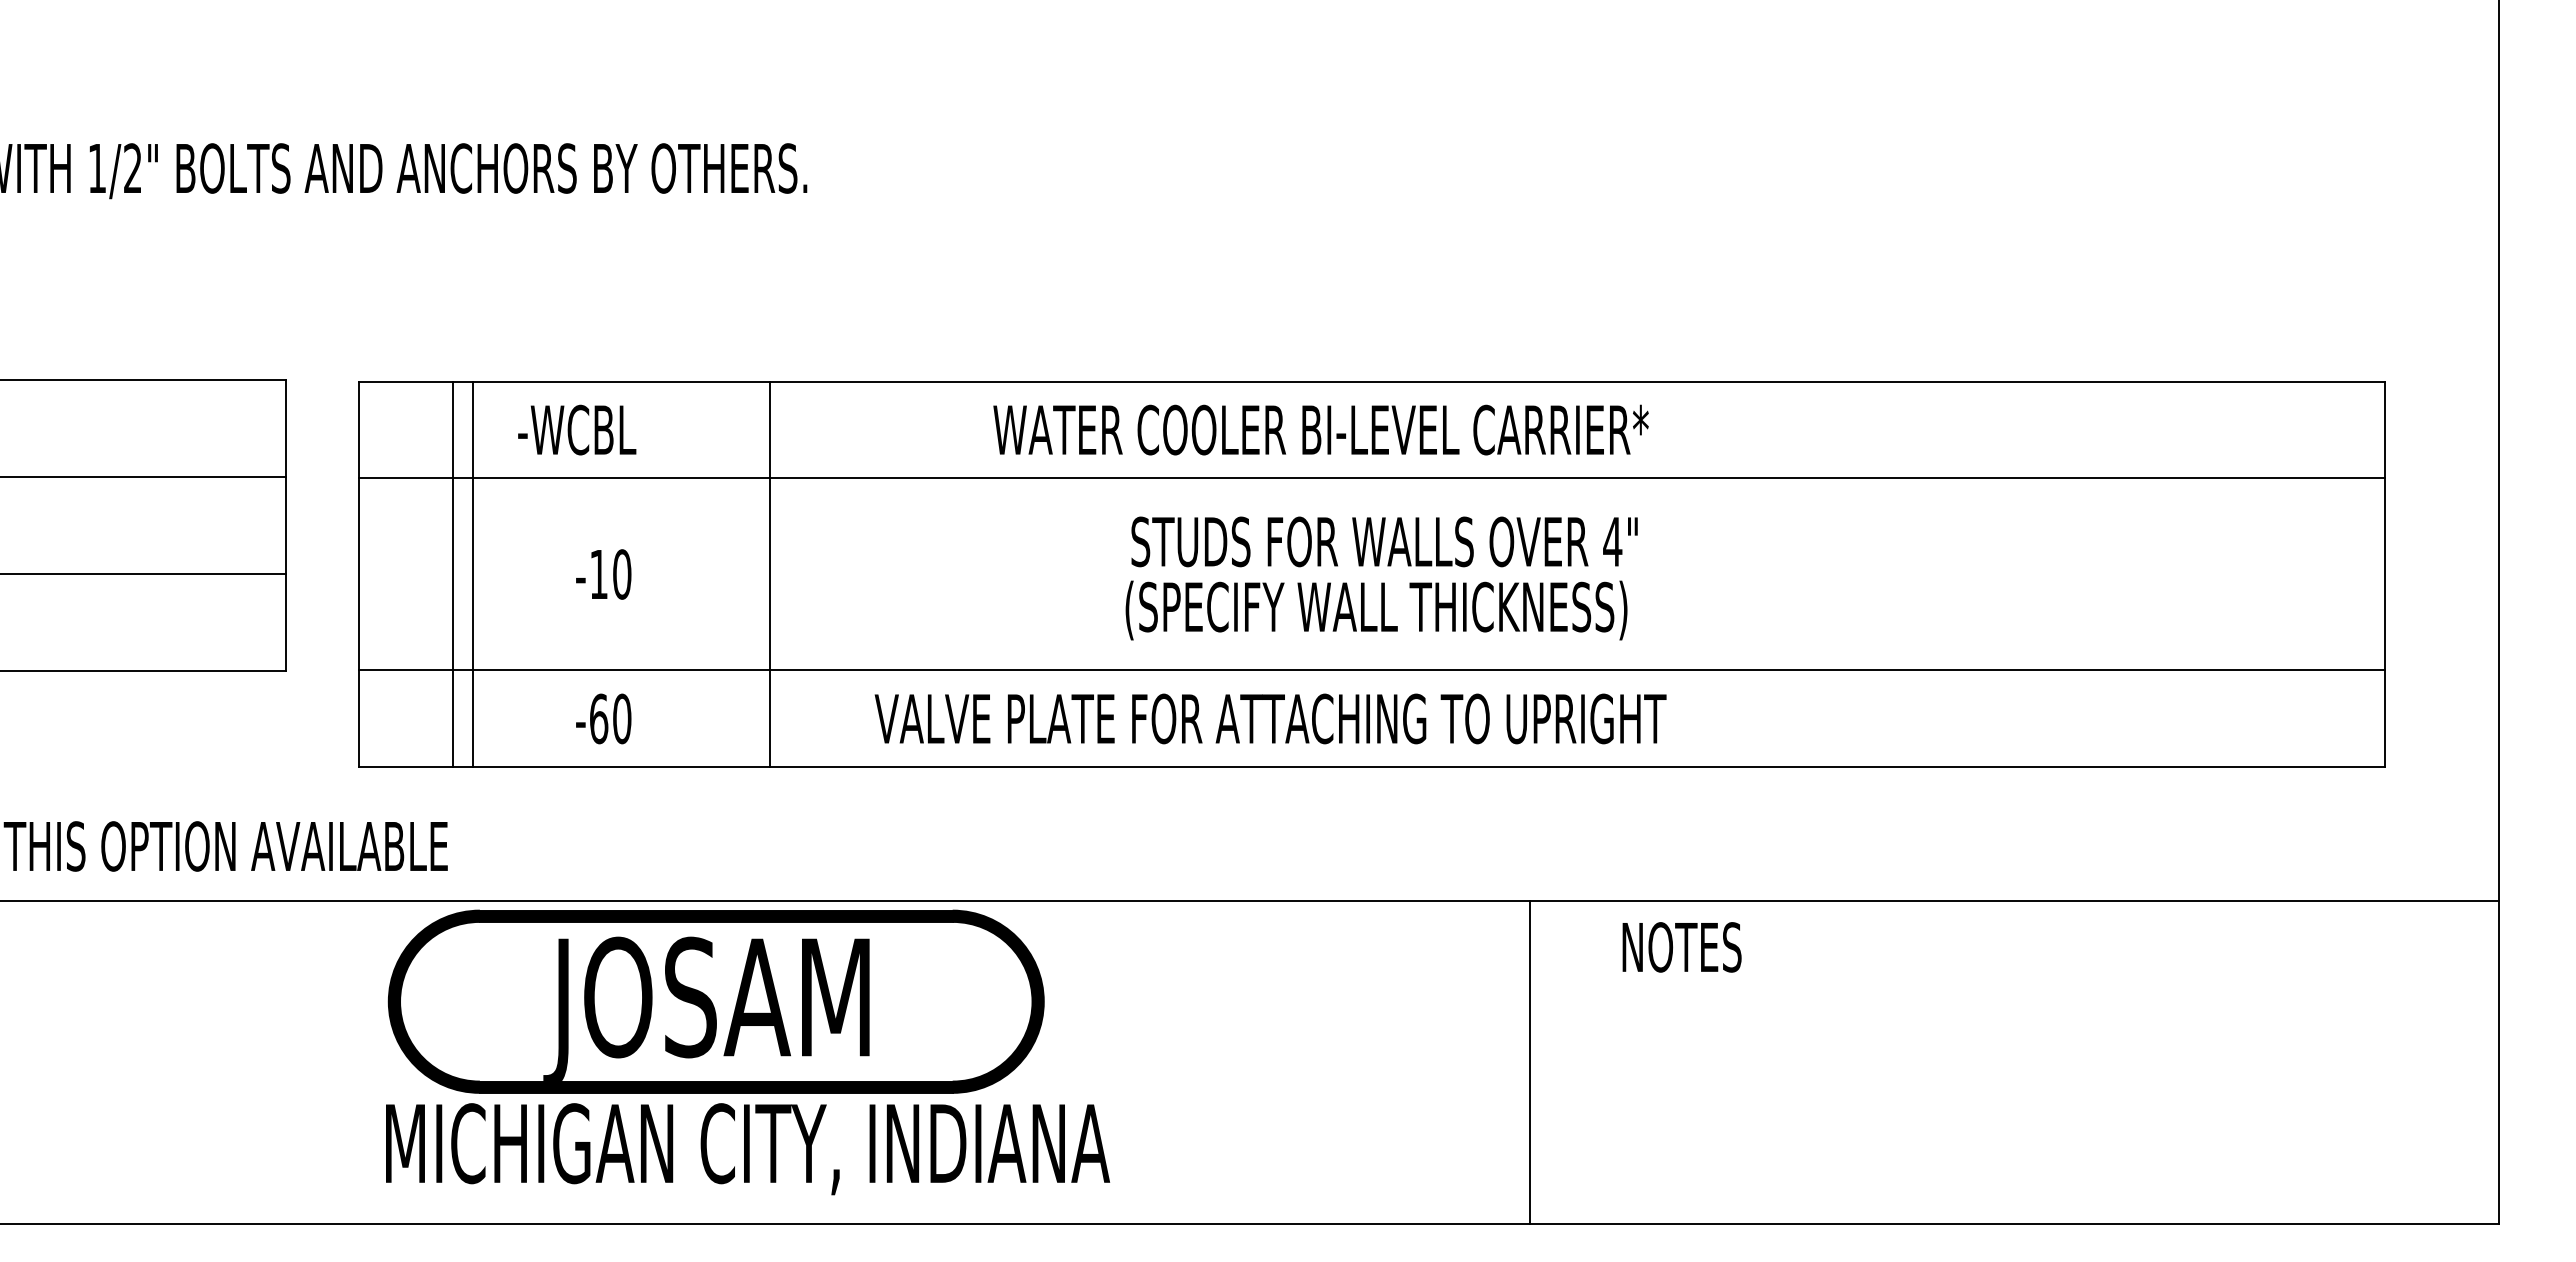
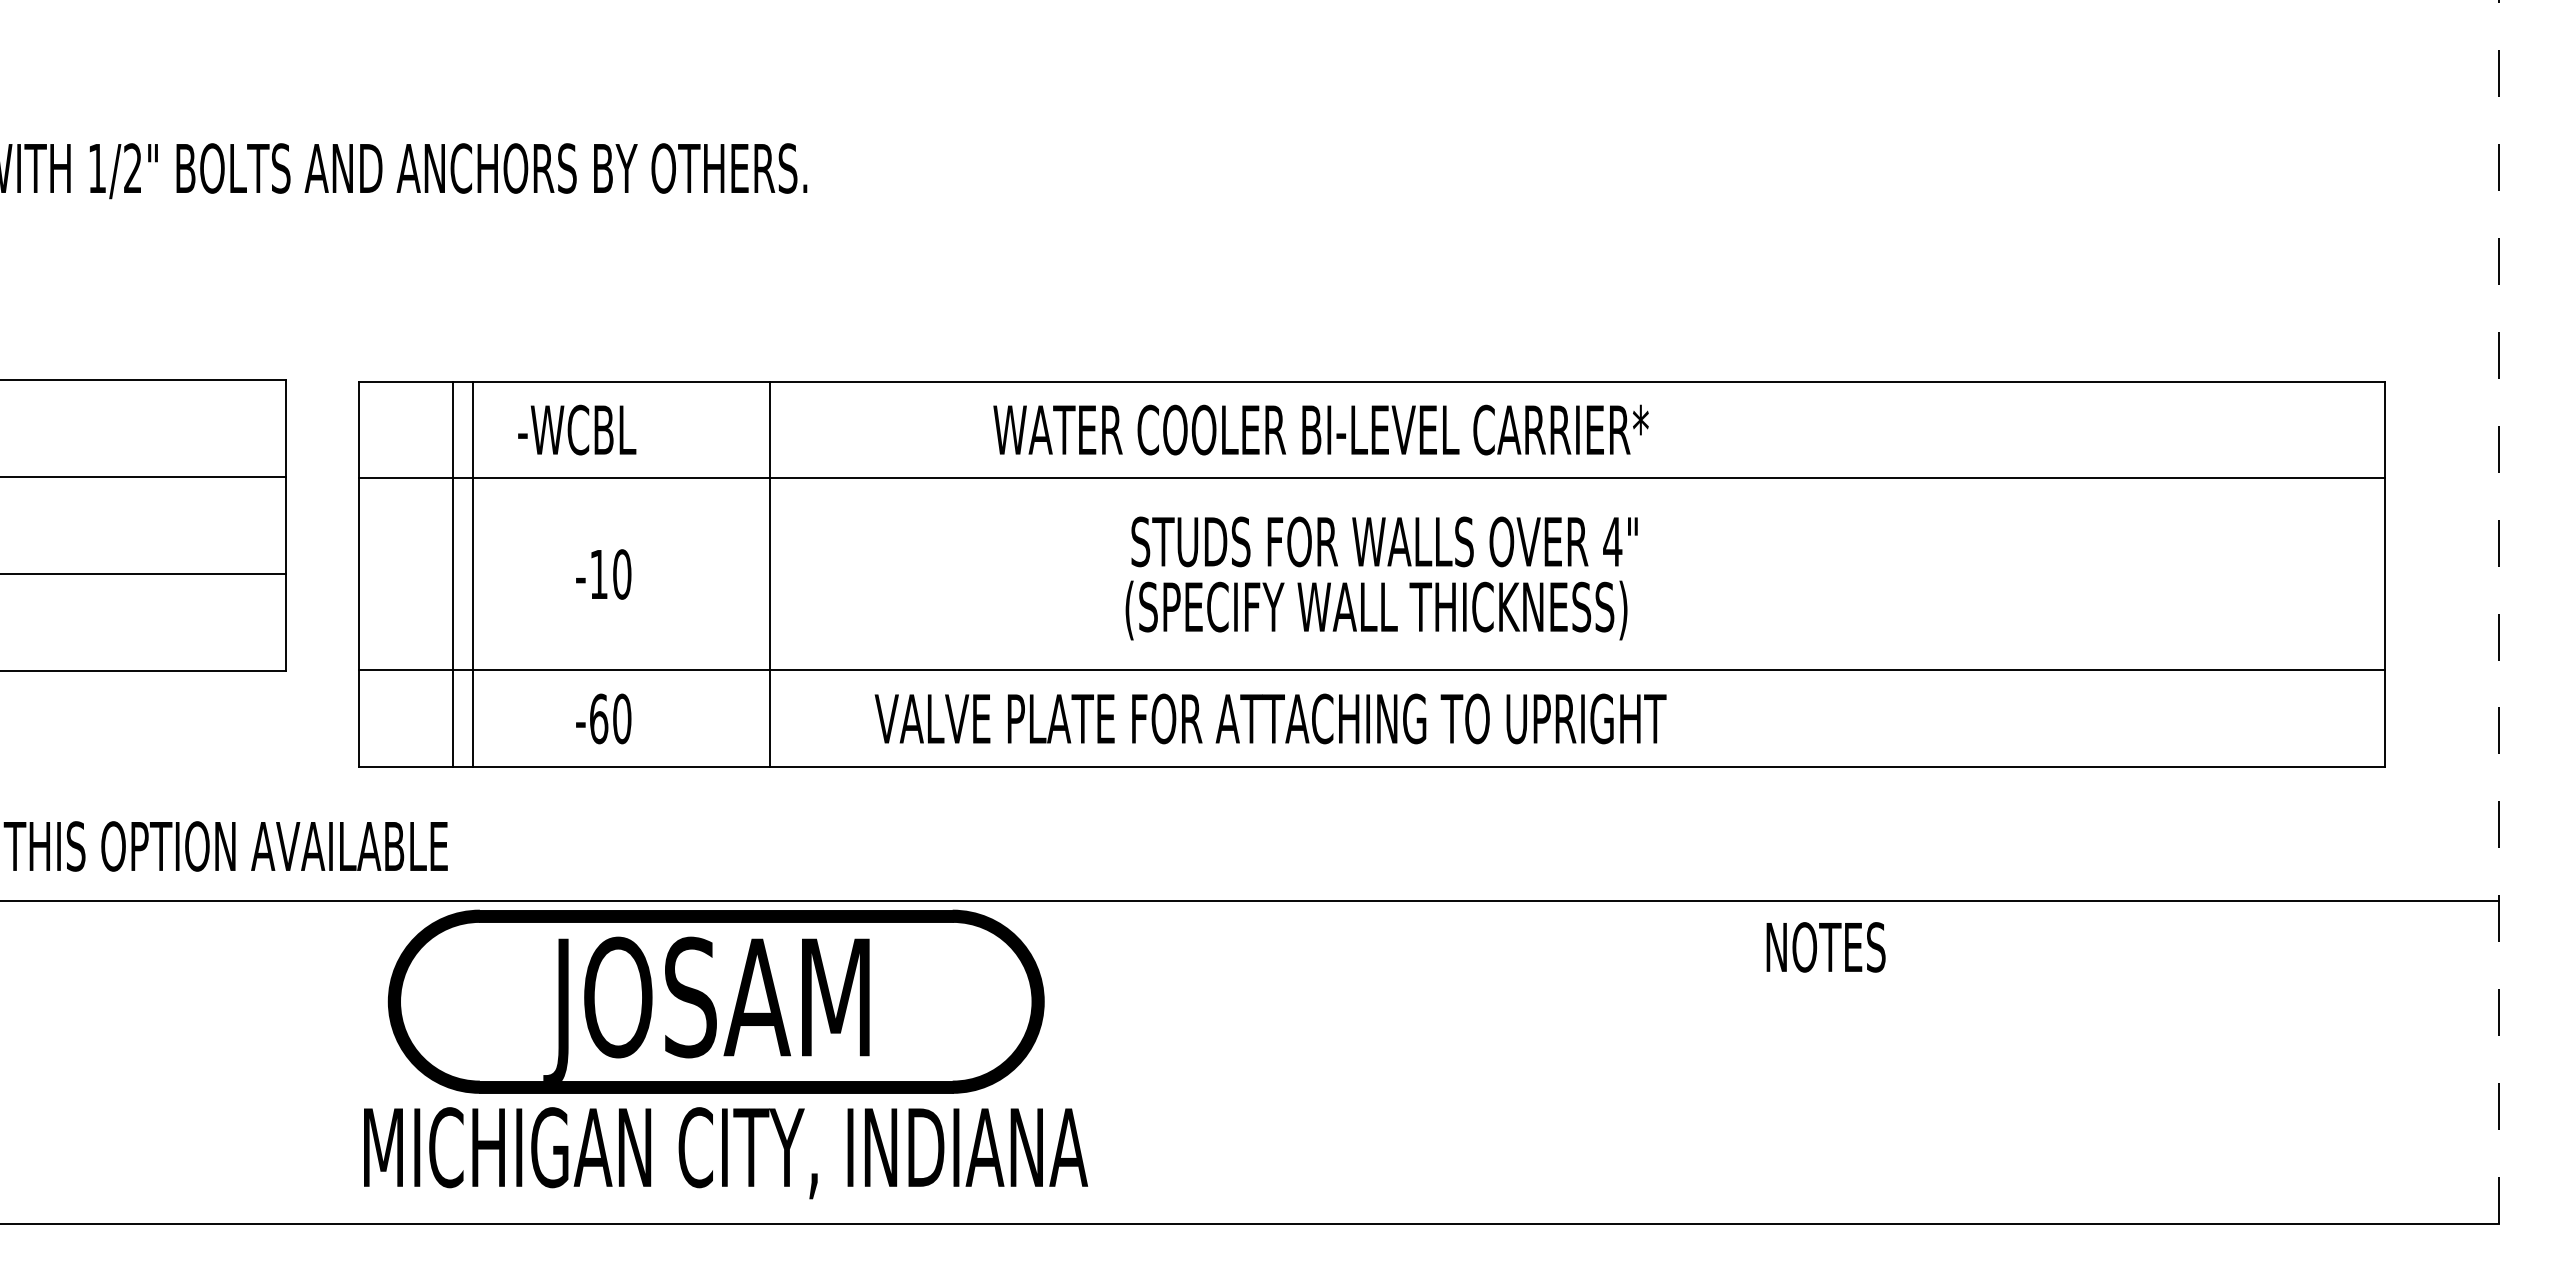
line at (2498, 612): solid -> dashed
text at (1681, 947) position: (1681, 947) -> (1825, 947)
line at (1530, 1062): present -> none
text at (748, 1149) position: (748, 1149) -> (726, 1153)
